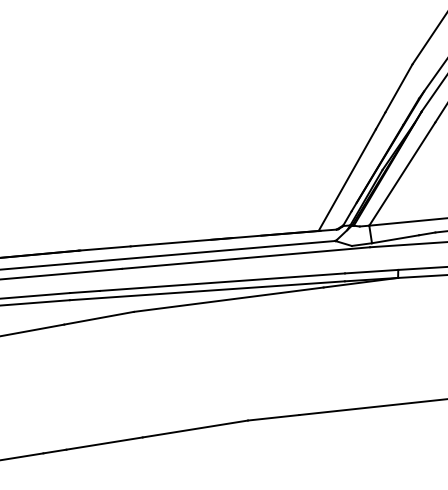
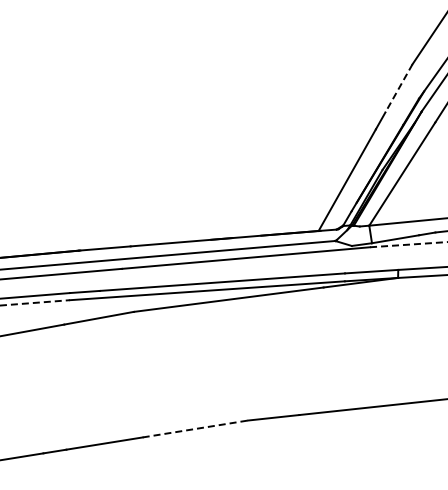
line at (398, 88): solid -> dashed
line at (408, 244): solid -> dashed
line at (35, 302): solid -> dashed
line at (195, 428): solid -> dashed
